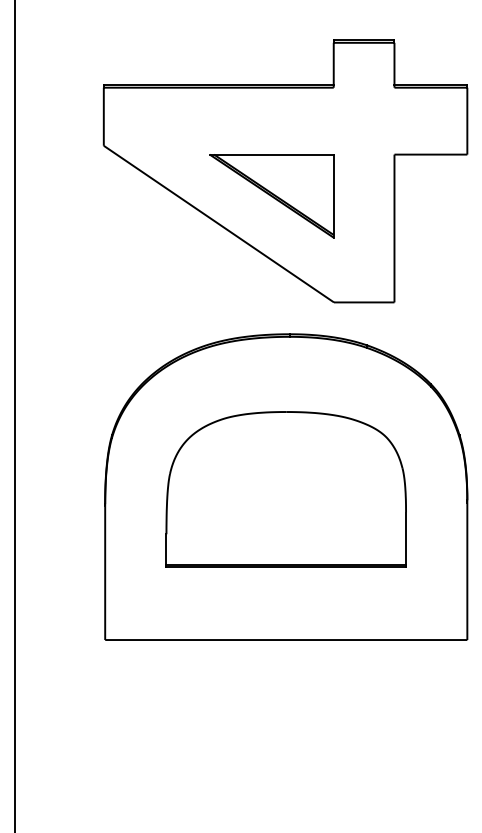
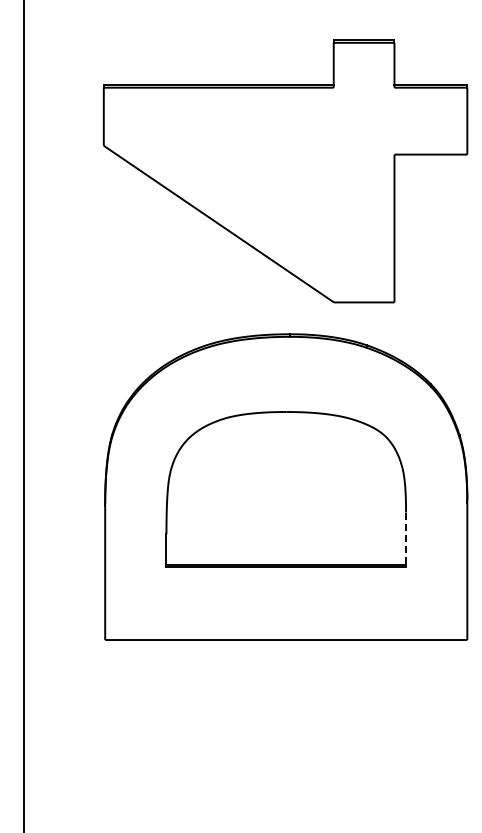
part at (271, 196): present -> none
line at (14, 415) position: (14, 415) -> (23, 415)
line at (406, 540): solid -> dashed
